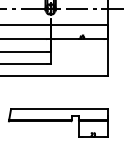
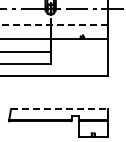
line at (54, 24): solid -> dashed
line at (59, 109): solid -> dashed
